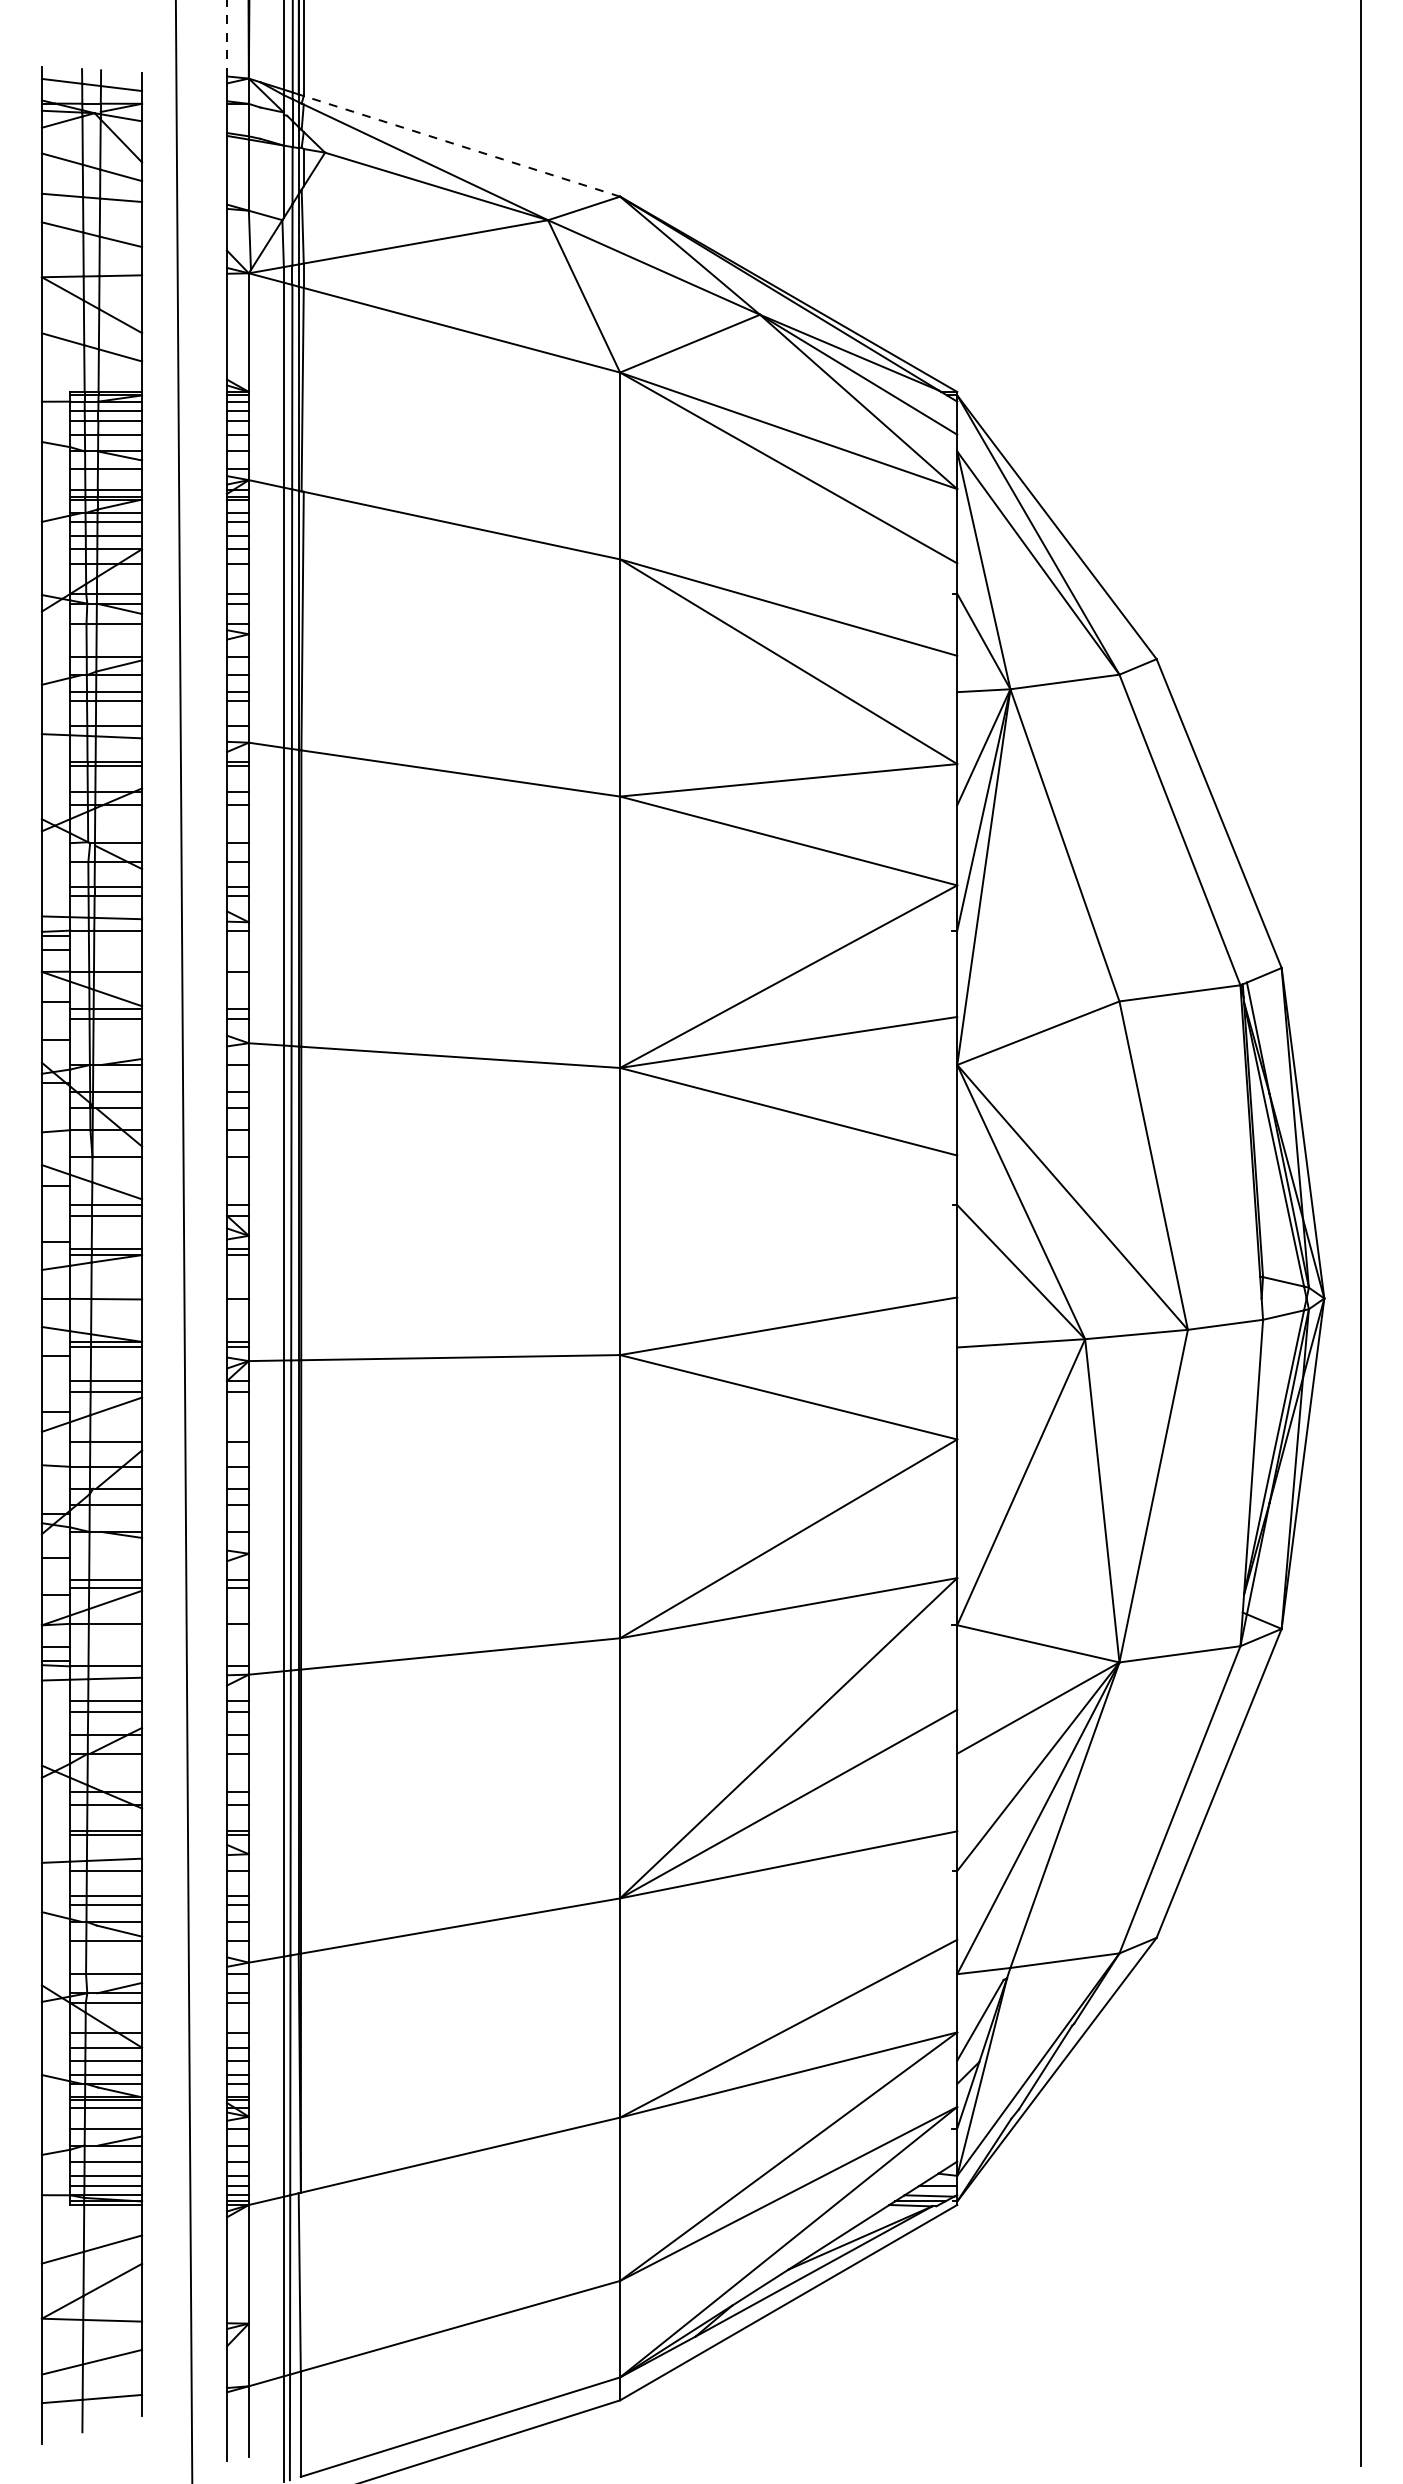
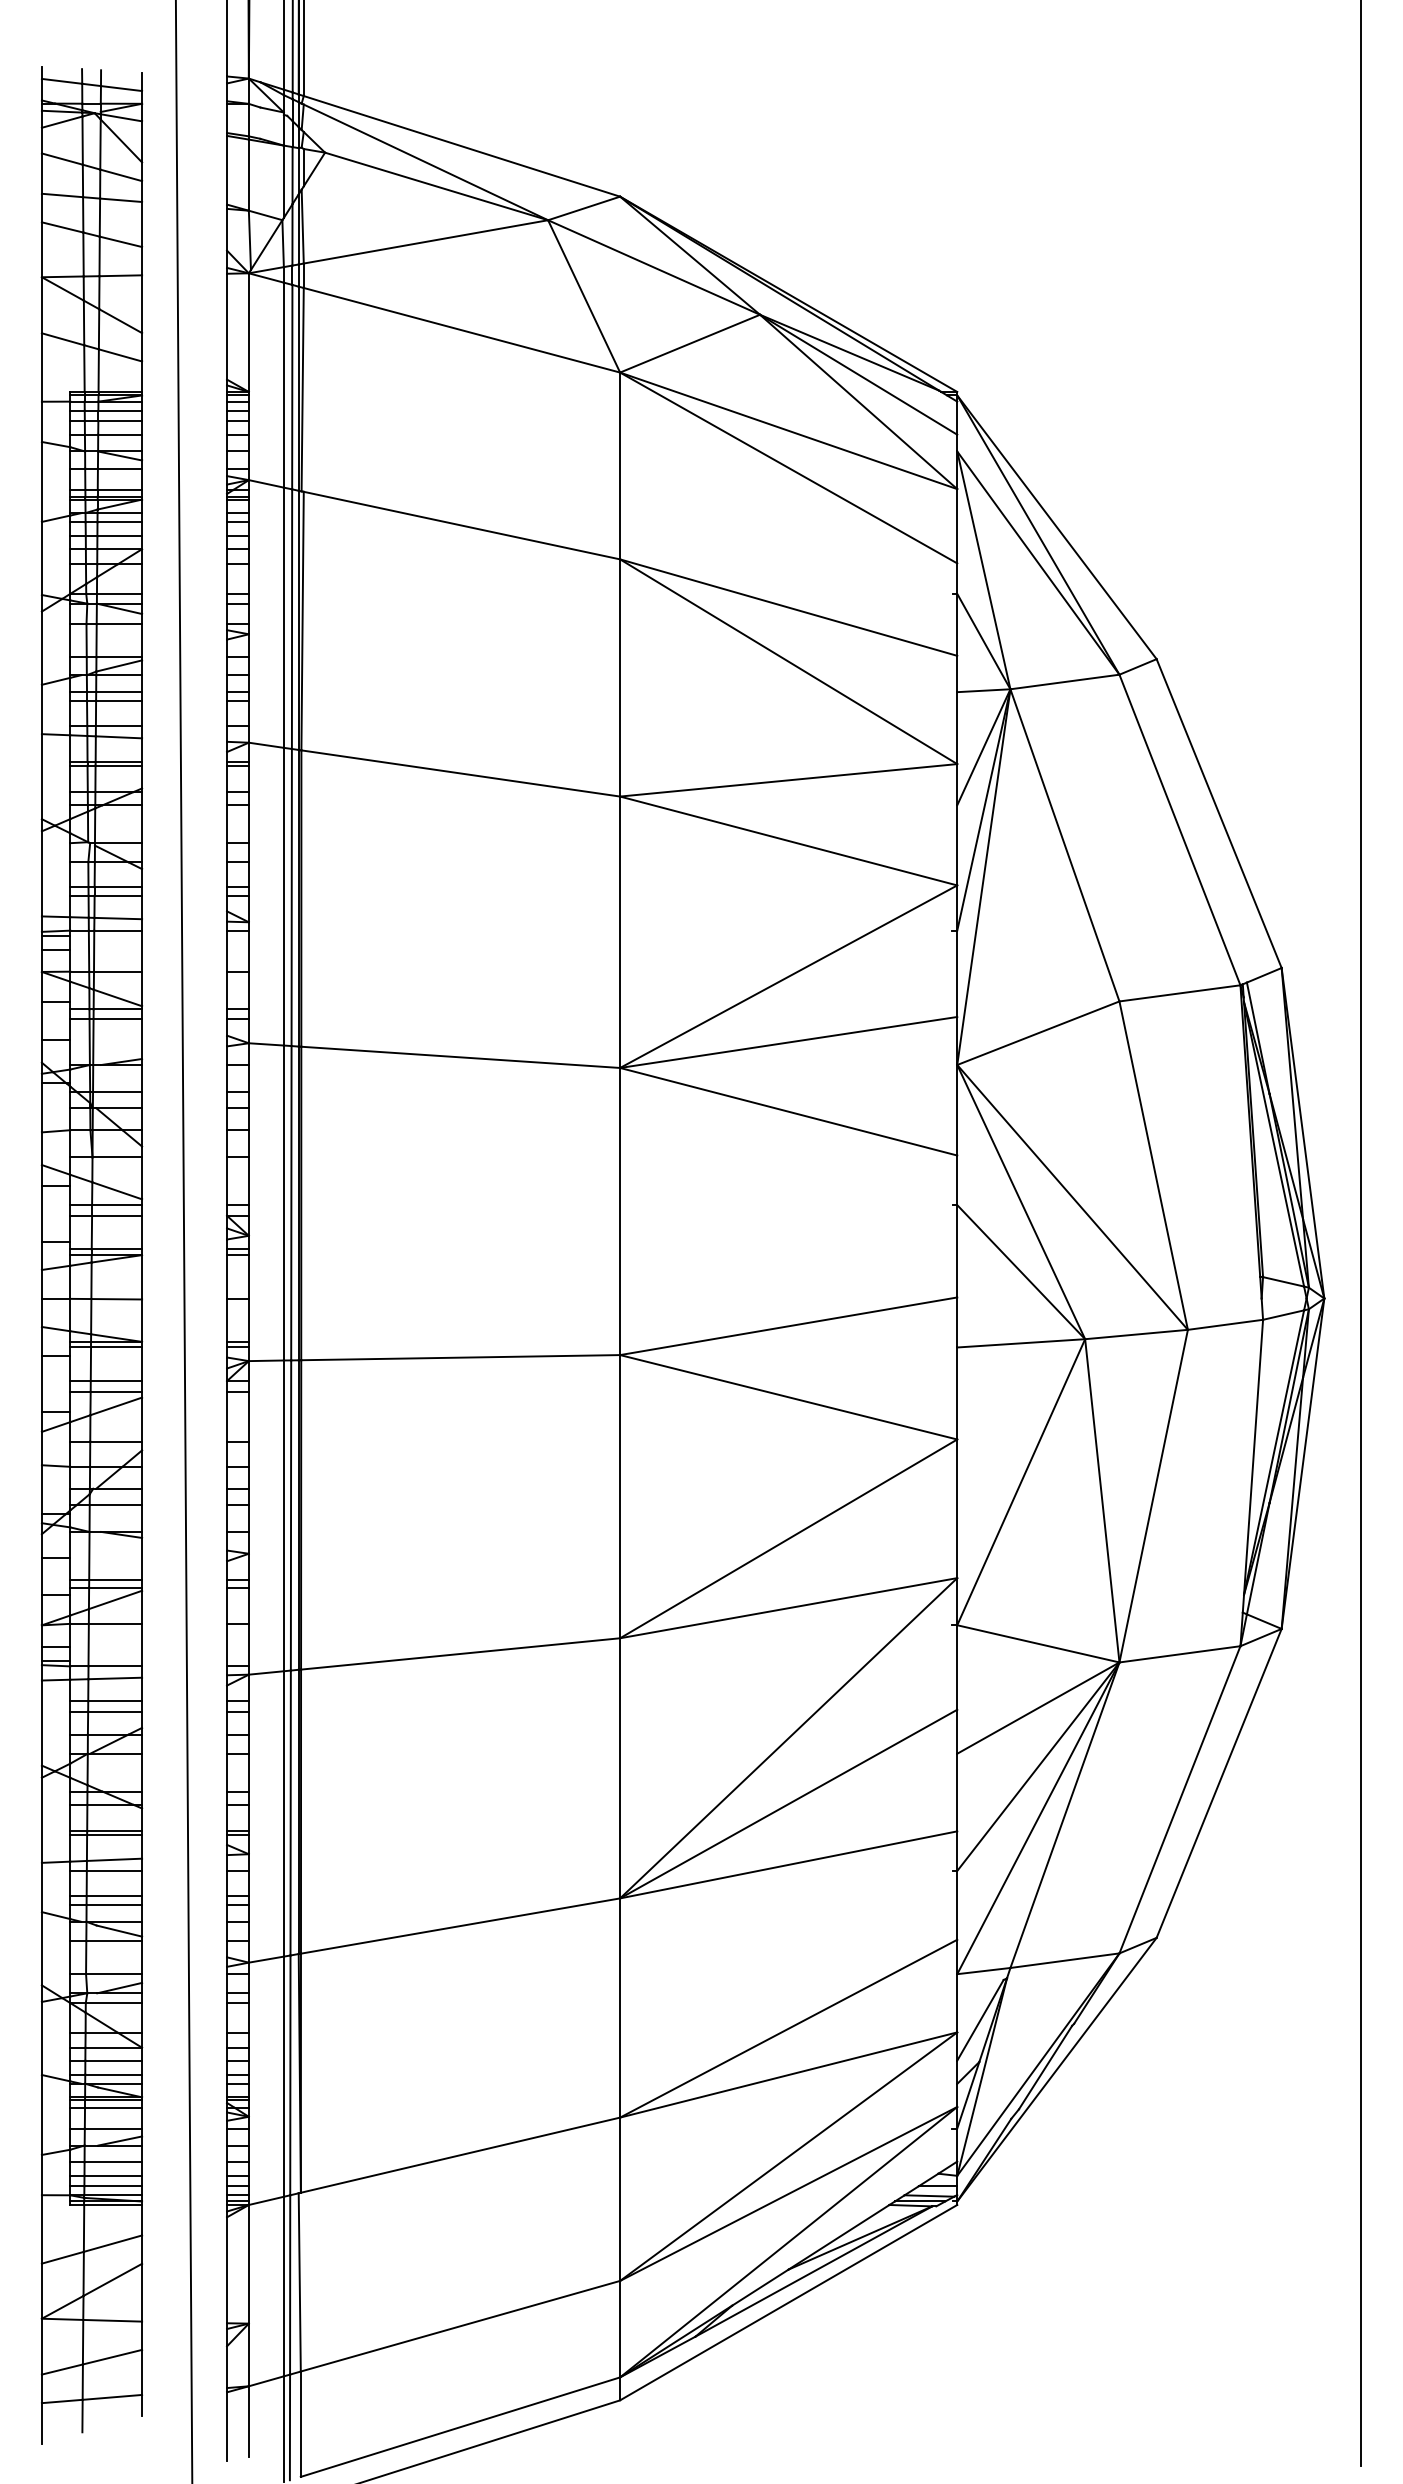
line at (227, 38): dashed -> solid
line at (461, 146): dashed -> solid
